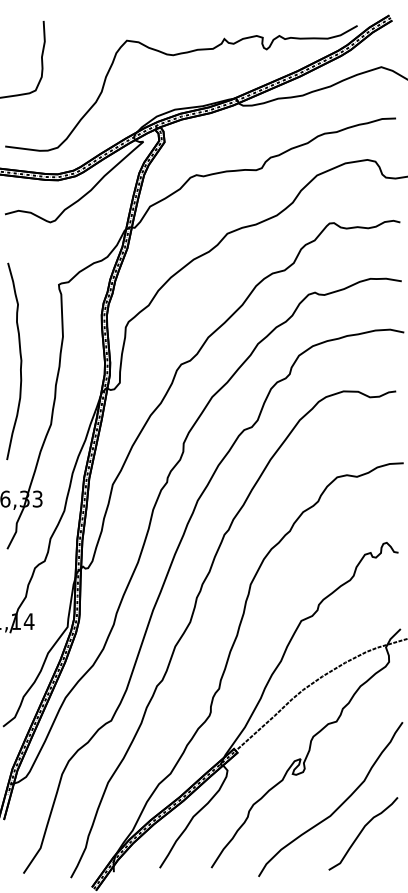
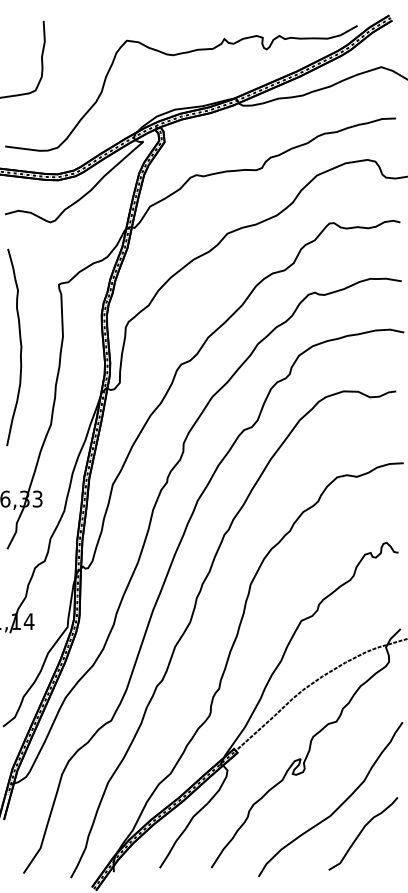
curve at (20, 361) position: (20, 361) -> (20, 347)
